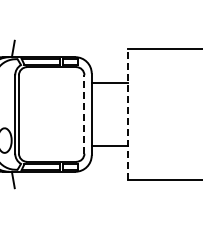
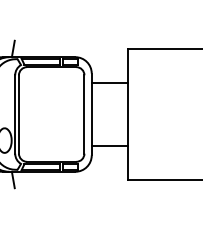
line at (84, 114): dashed -> solid
line at (128, 114): dashed -> solid
